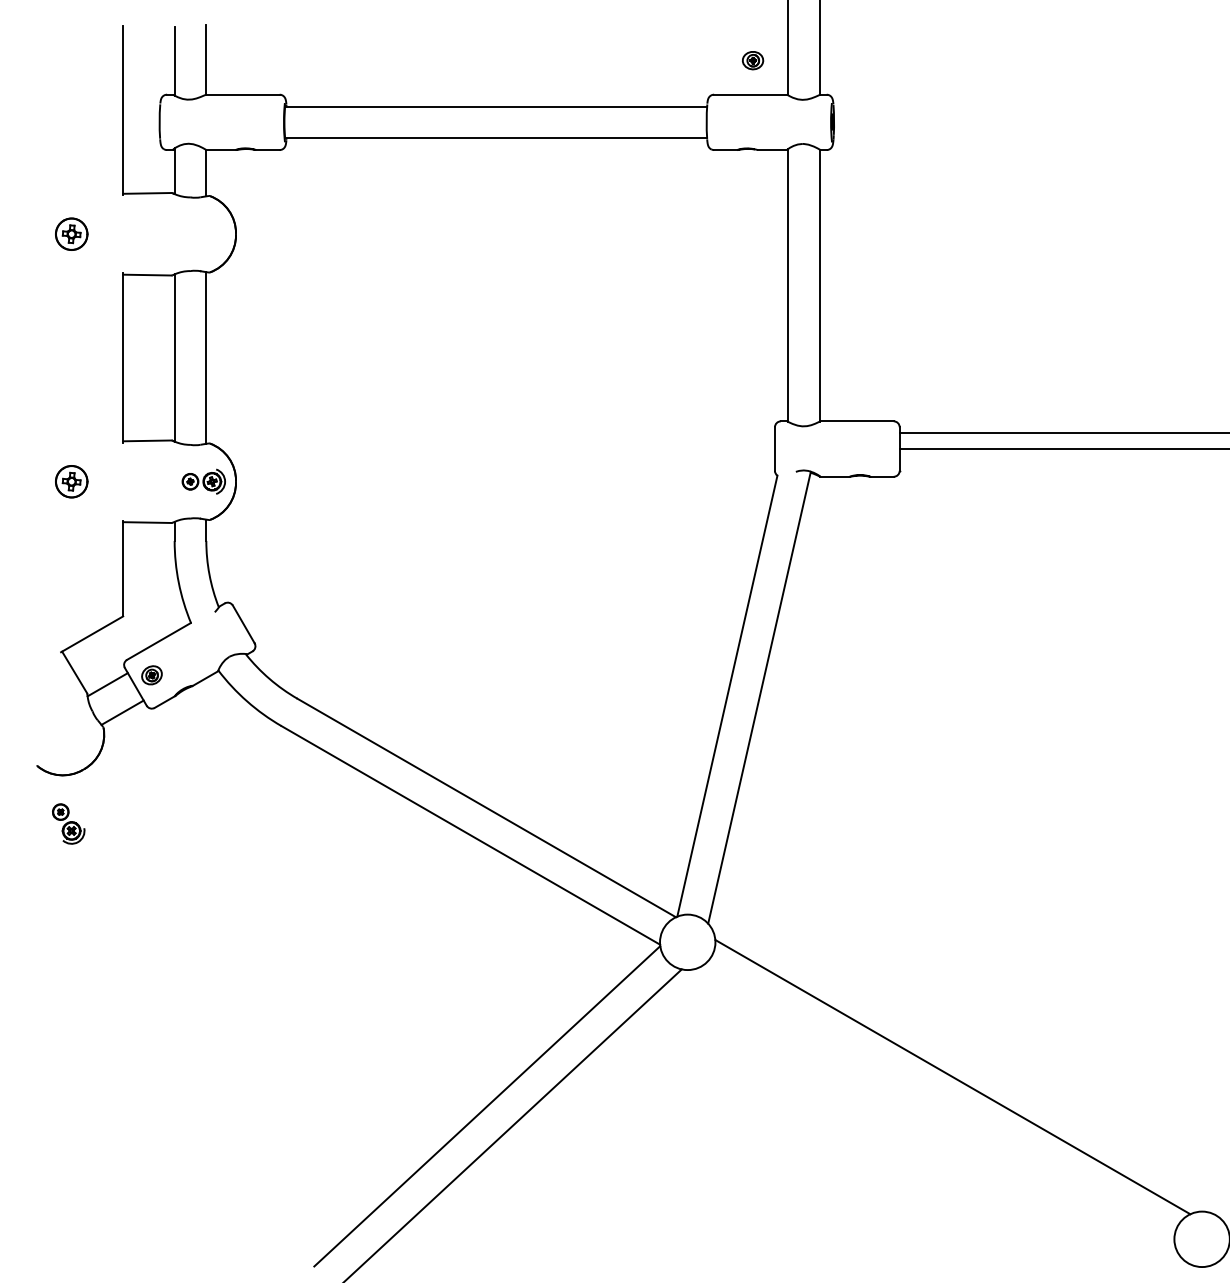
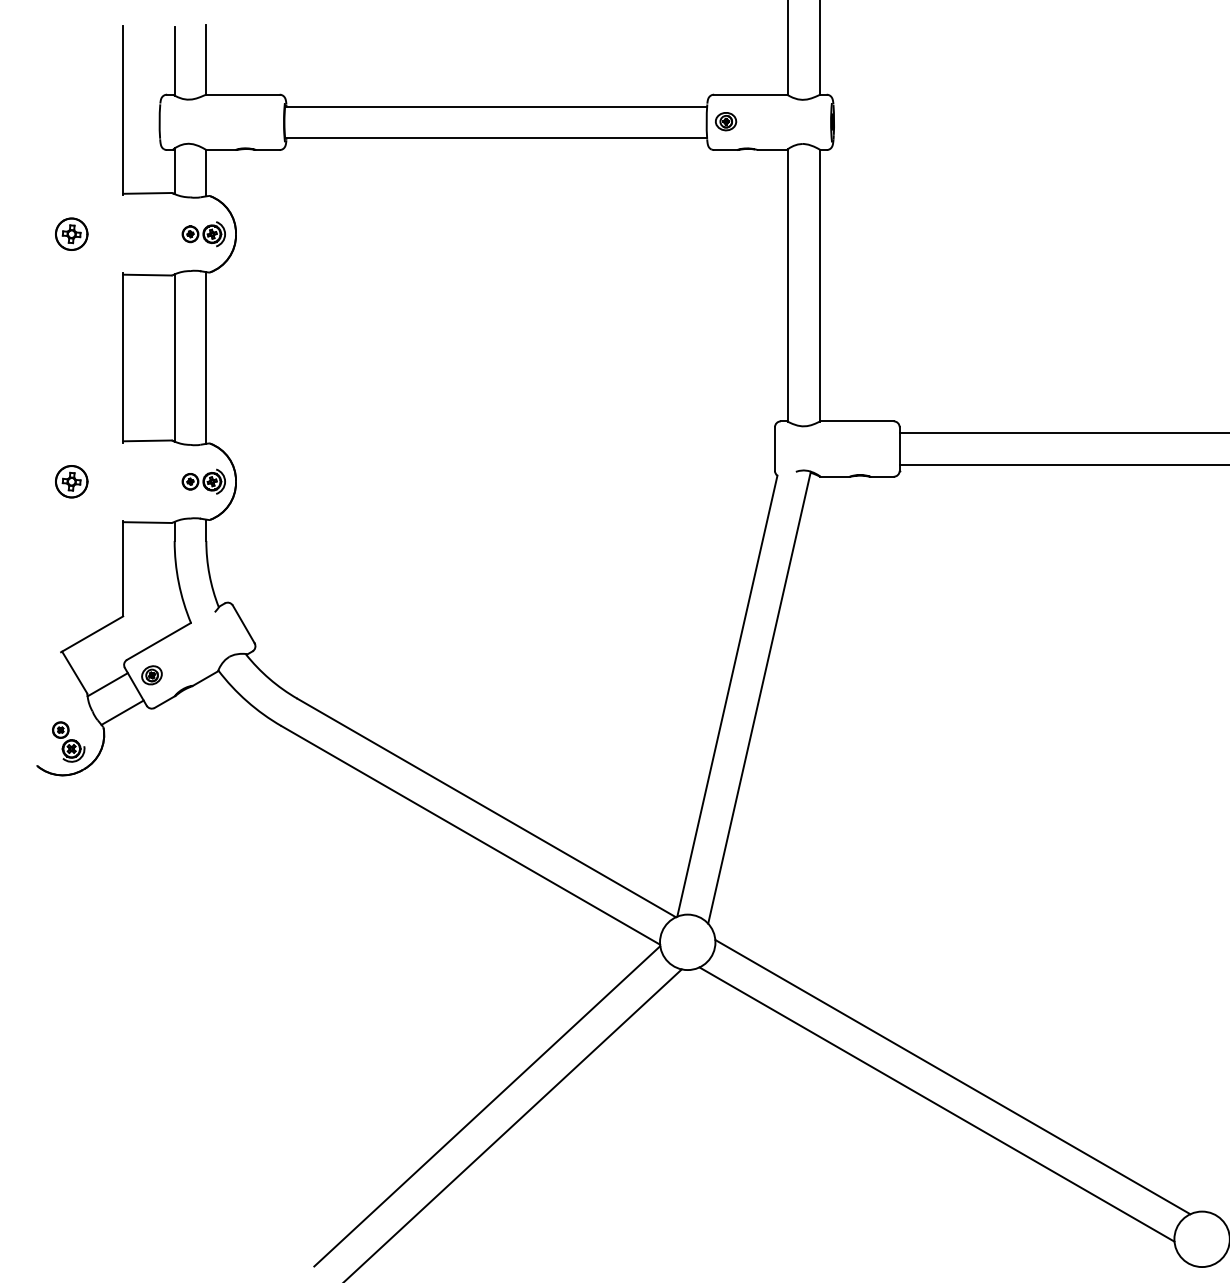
part at (753, 60) position: (753, 60) -> (726, 121)
part at (203, 234): none -> present
line at (1062, 448) position: (1062, 448) -> (1062, 464)
part at (68, 823) position: (68, 823) -> (68, 741)
line at (936, 1104): none -> present
